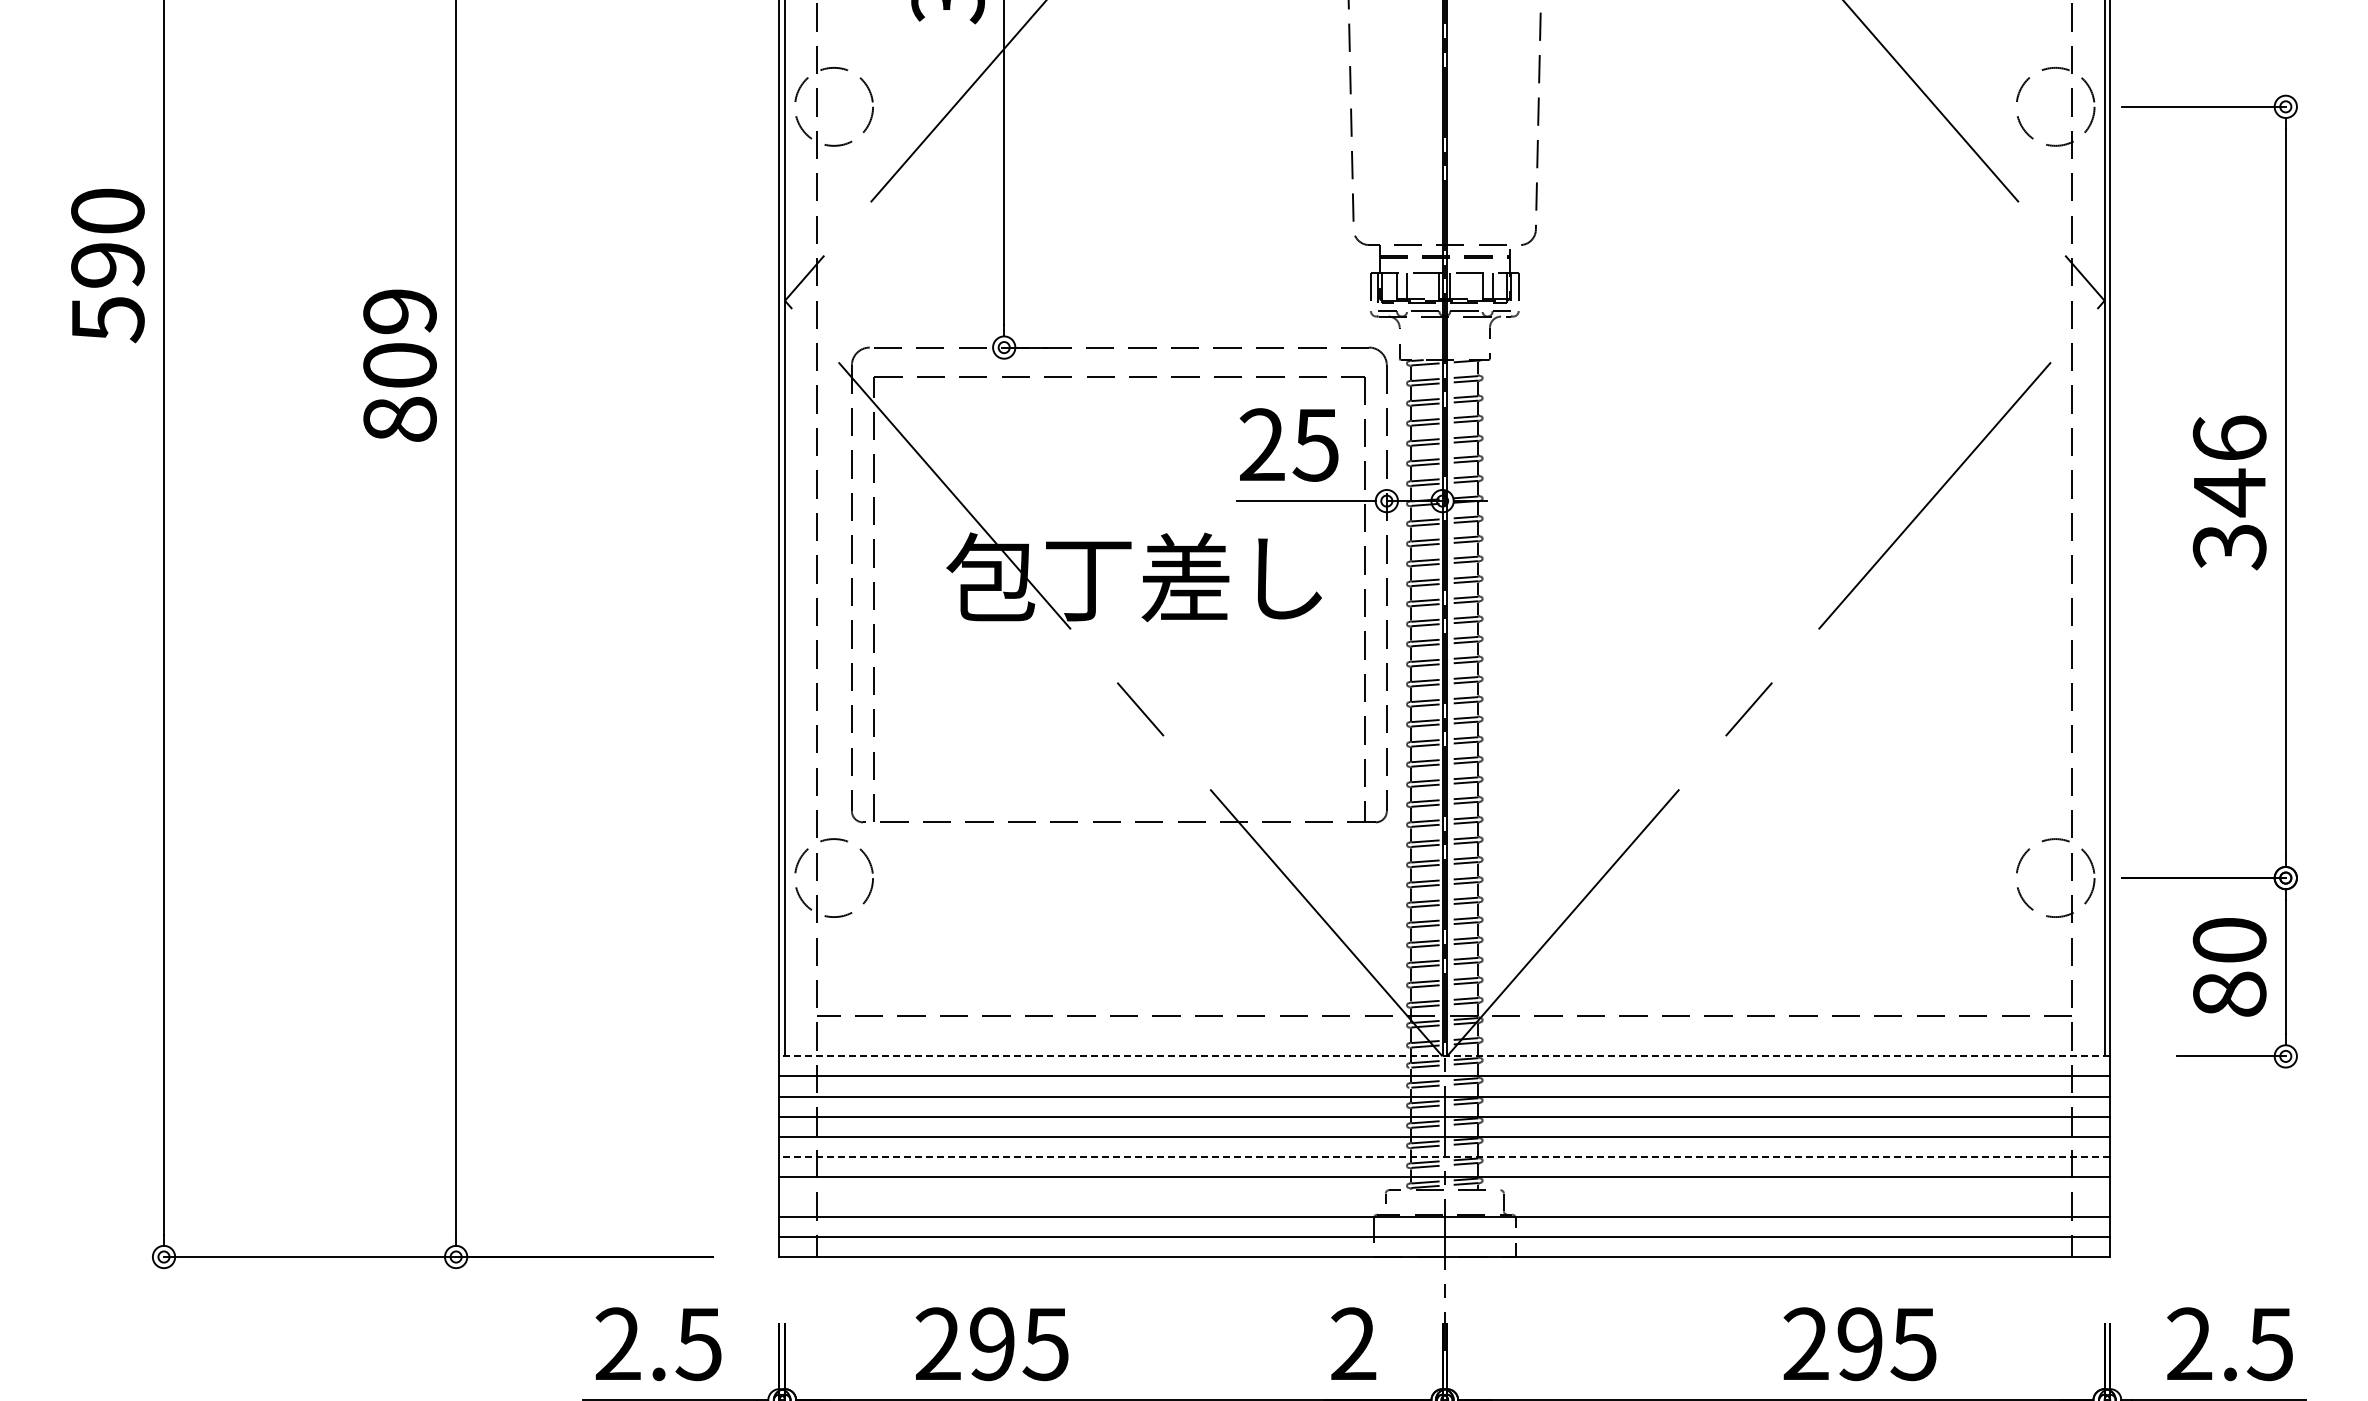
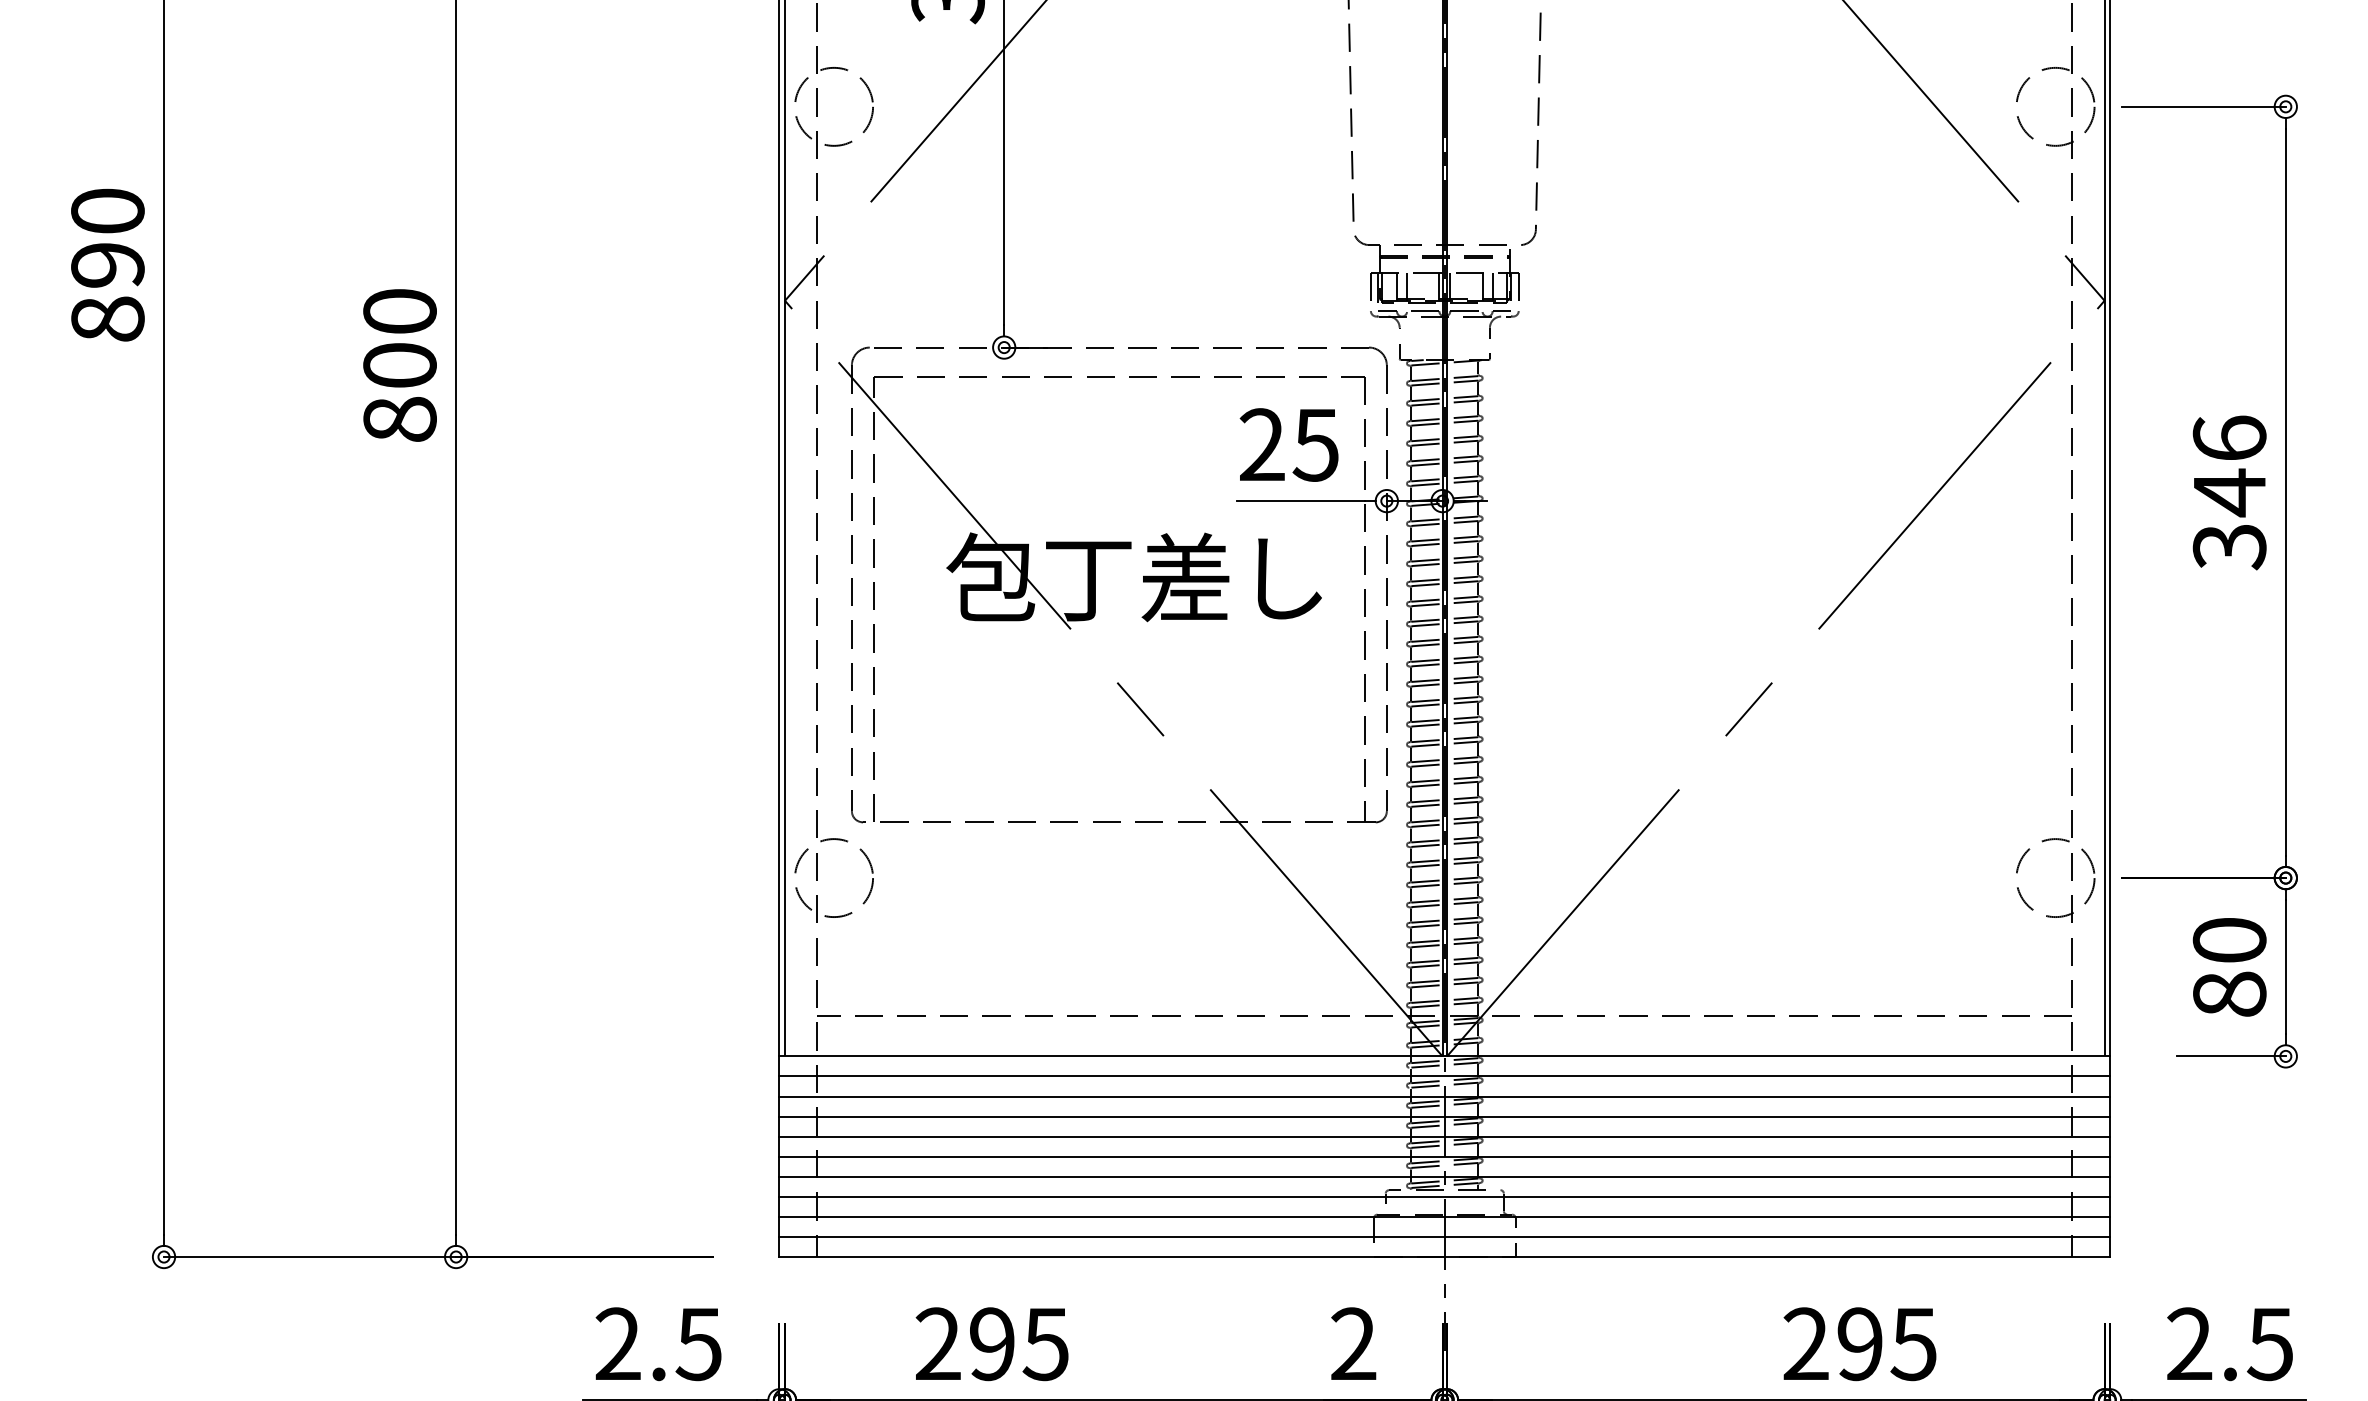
text at (399, 311): 809 -> 800
text at (107, 319): 590 -> 890
line at (1444, 1056): dashed -> solid
line at (1444, 1156): dashed -> solid
line at (1444, 1196): none -> present
